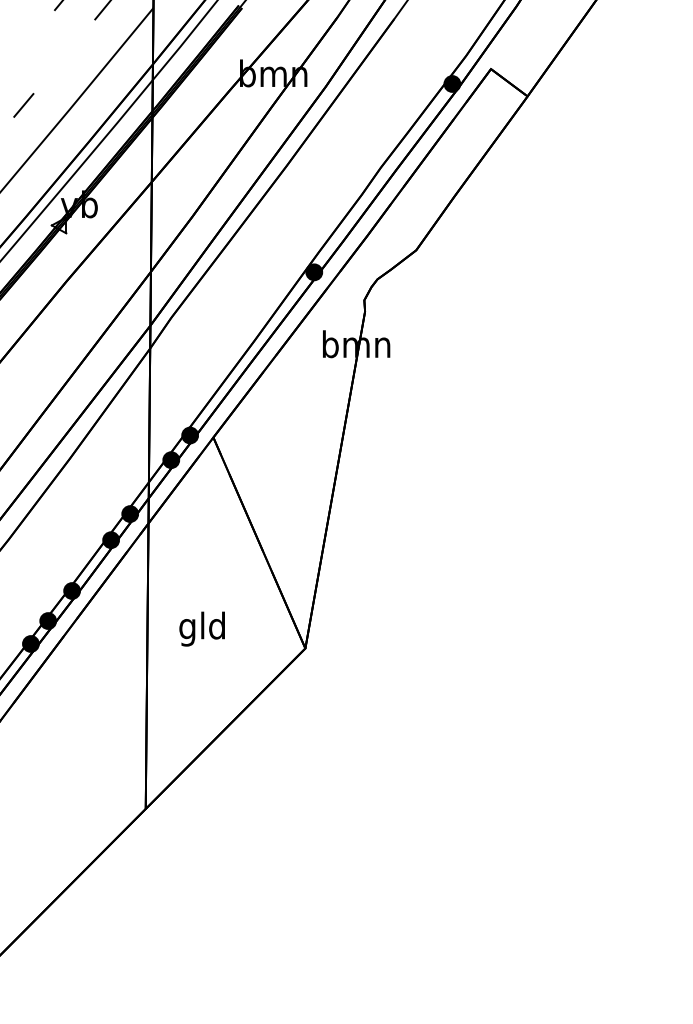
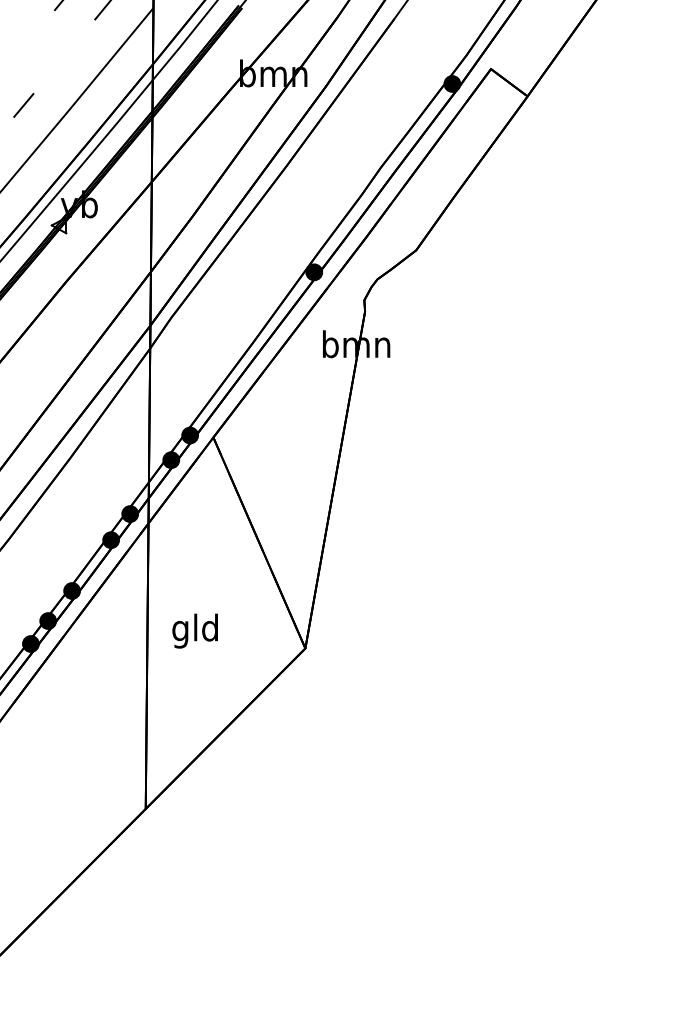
text at (201, 628) position: (201, 628) -> (194, 630)
